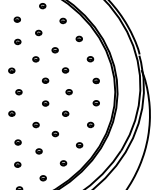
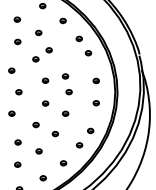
part at (54, 50) position: (54, 50) -> (48, 50)
part at (90, 59) position: (90, 59) -> (88, 53)
part at (65, 70) position: (65, 70) -> (65, 76)
part at (90, 124) position: (90, 124) -> (90, 130)
